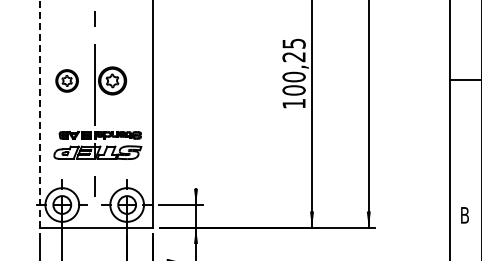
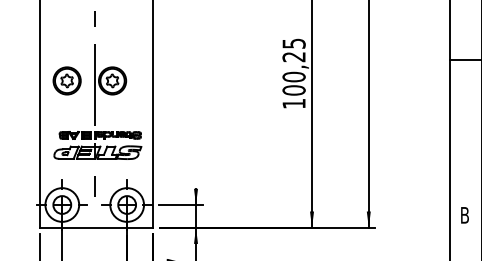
line at (463, 79) position: (463, 79) -> (463, 59)
part at (66, 80) size: 24x24 px -> 30x30 px
line at (39, 113): dashed -> solid
